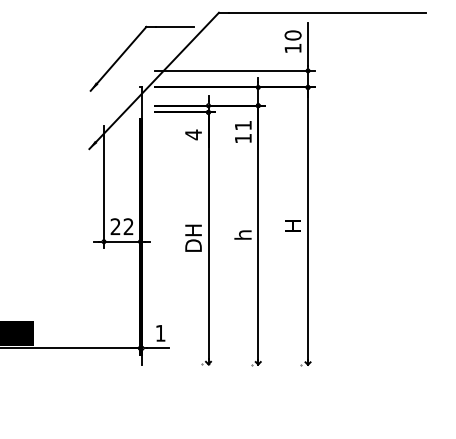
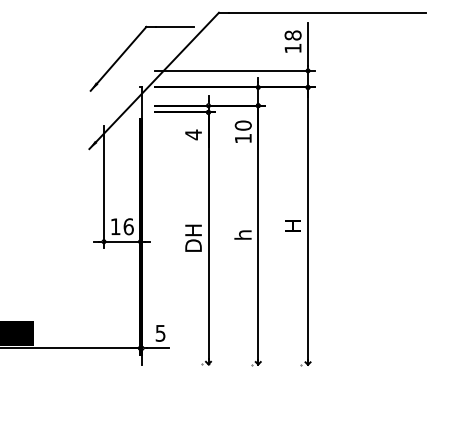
text at (293, 35): 10 -> 18
text at (242, 125): 11 -> 10
text at (121, 226): 22 -> 16
text at (160, 333): 1 -> 5
